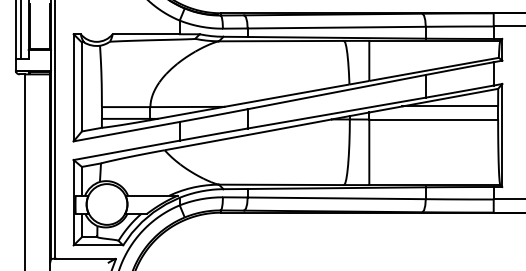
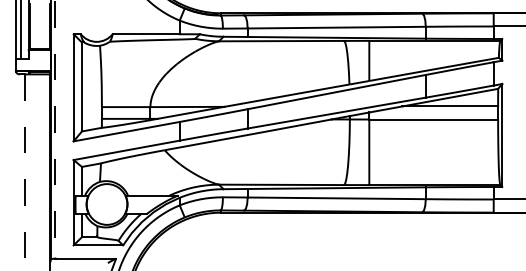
line at (55, 129): solid -> dashed
line at (25, 172): solid -> dashed
